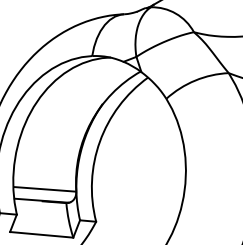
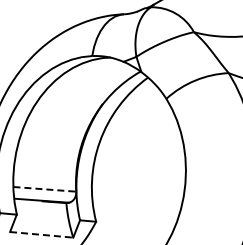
line at (44, 189): solid -> dashed
line at (41, 234): solid -> dashed
